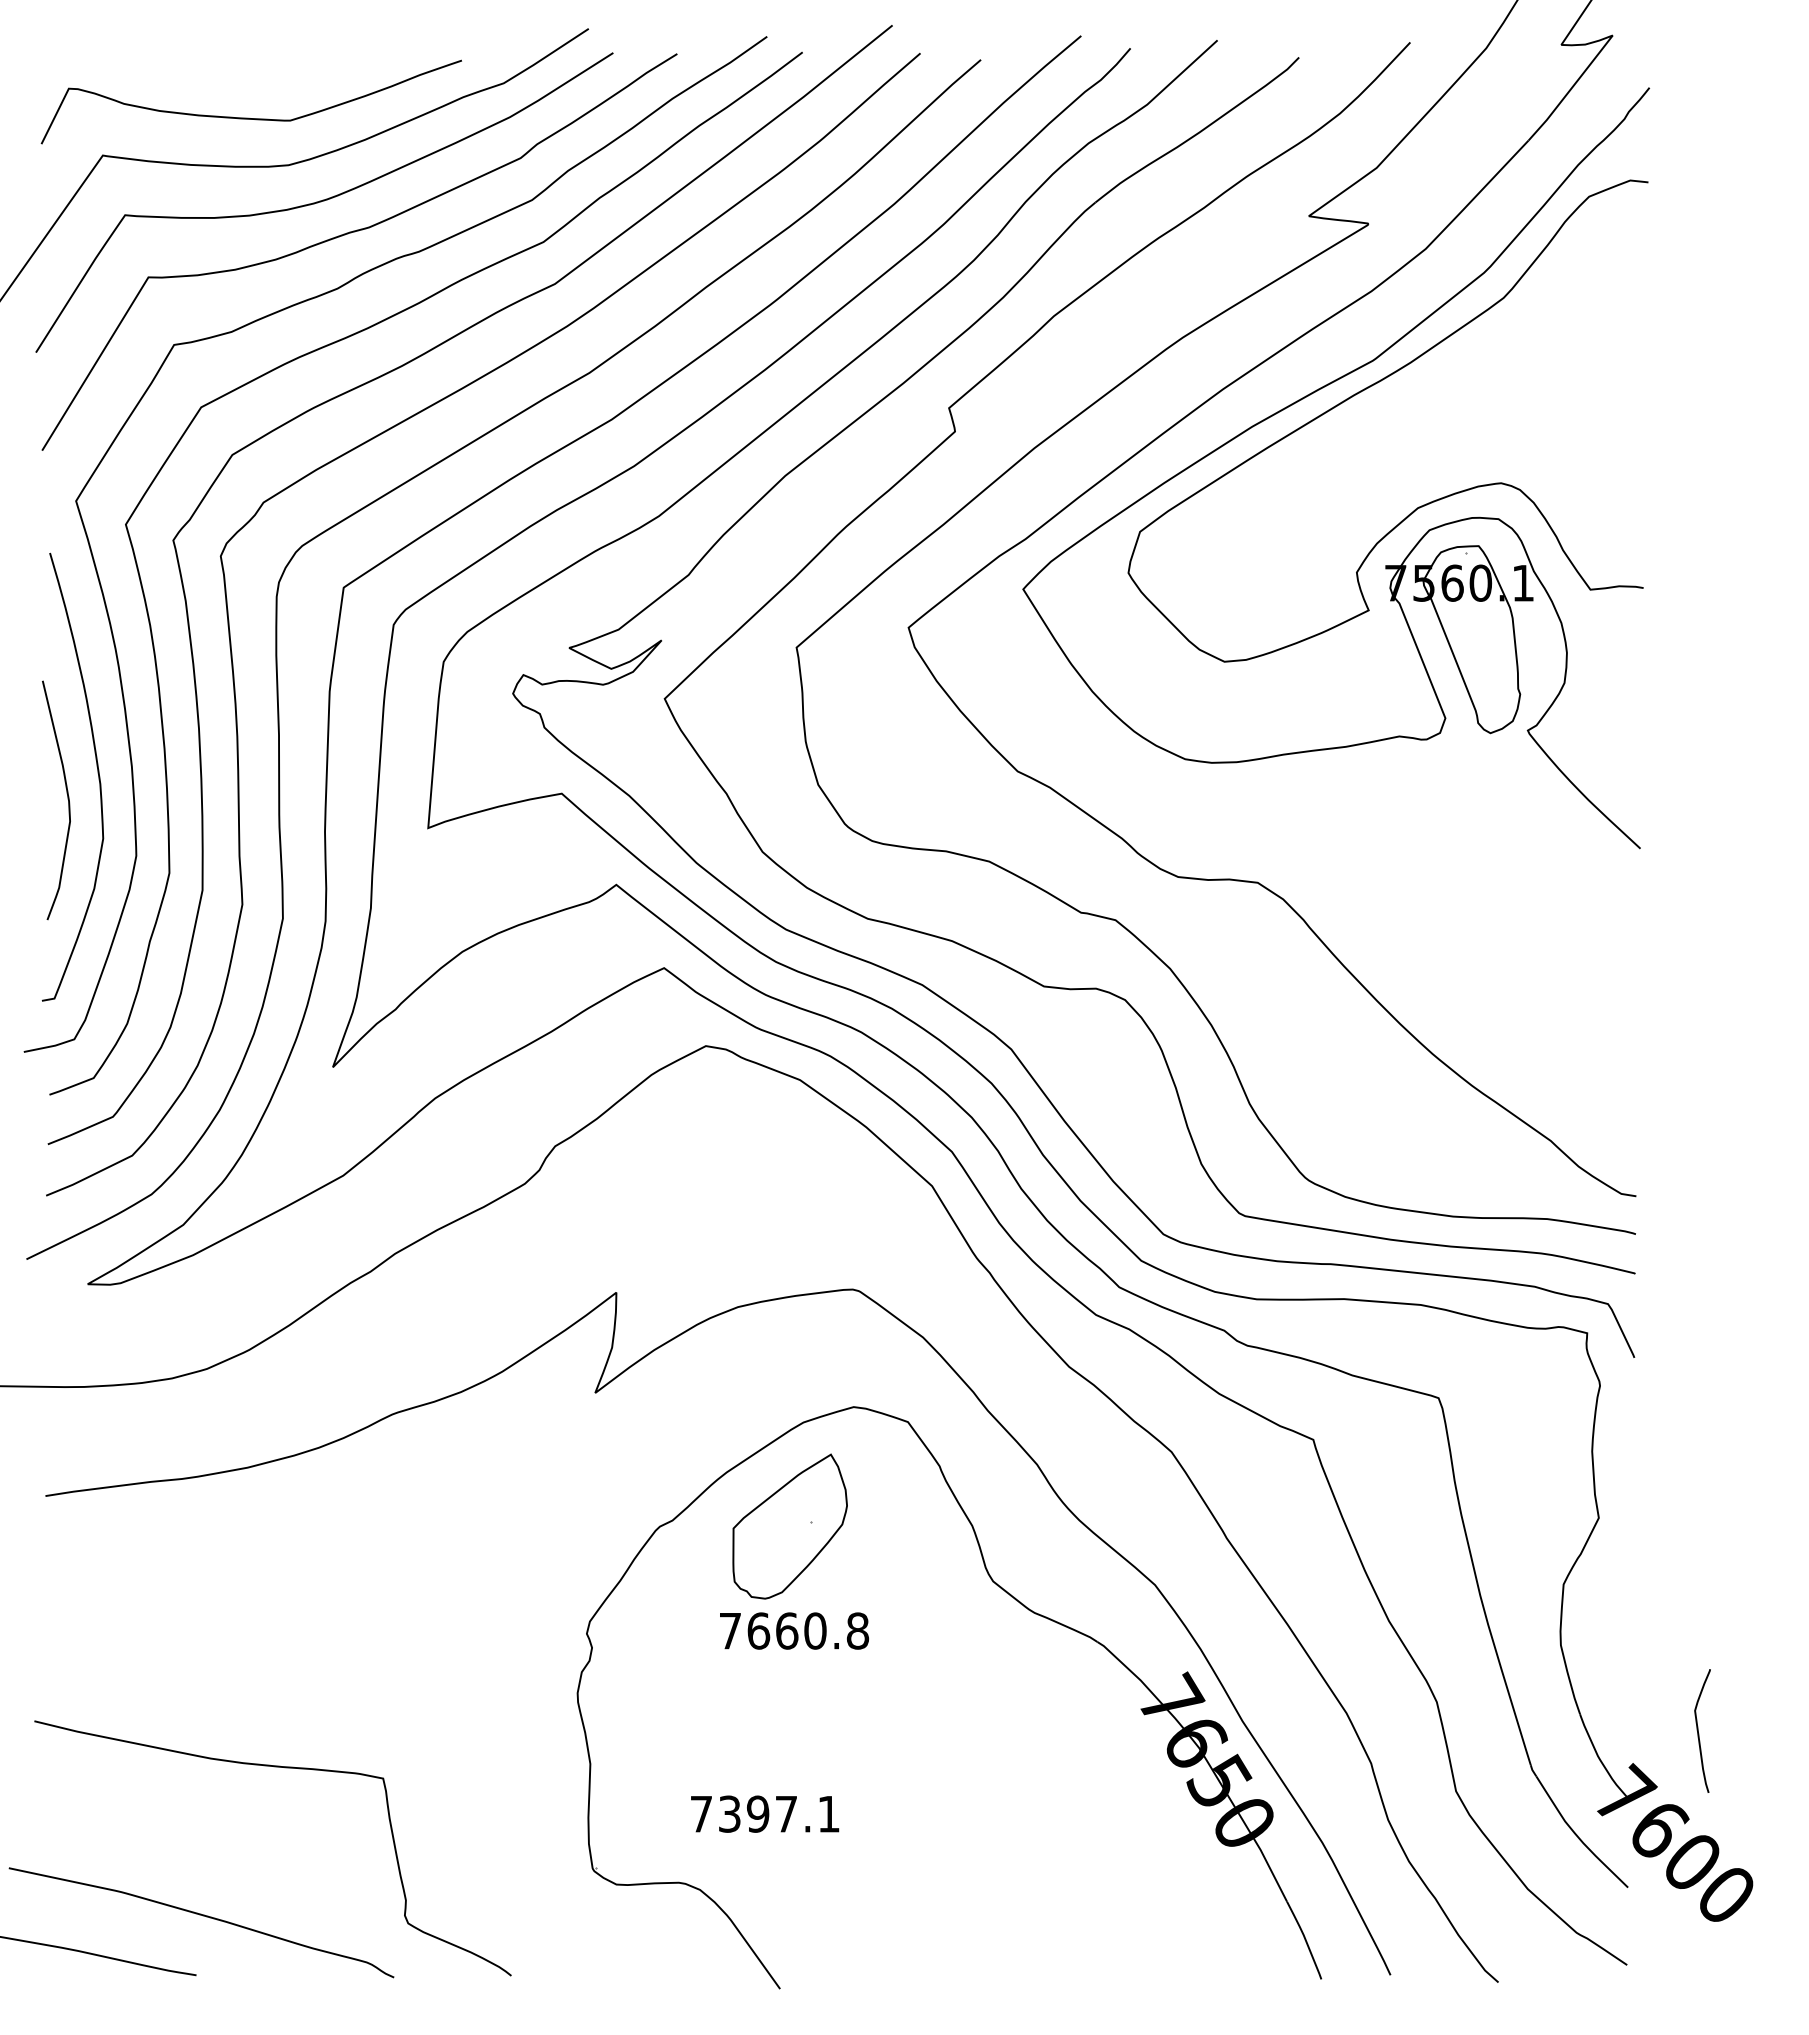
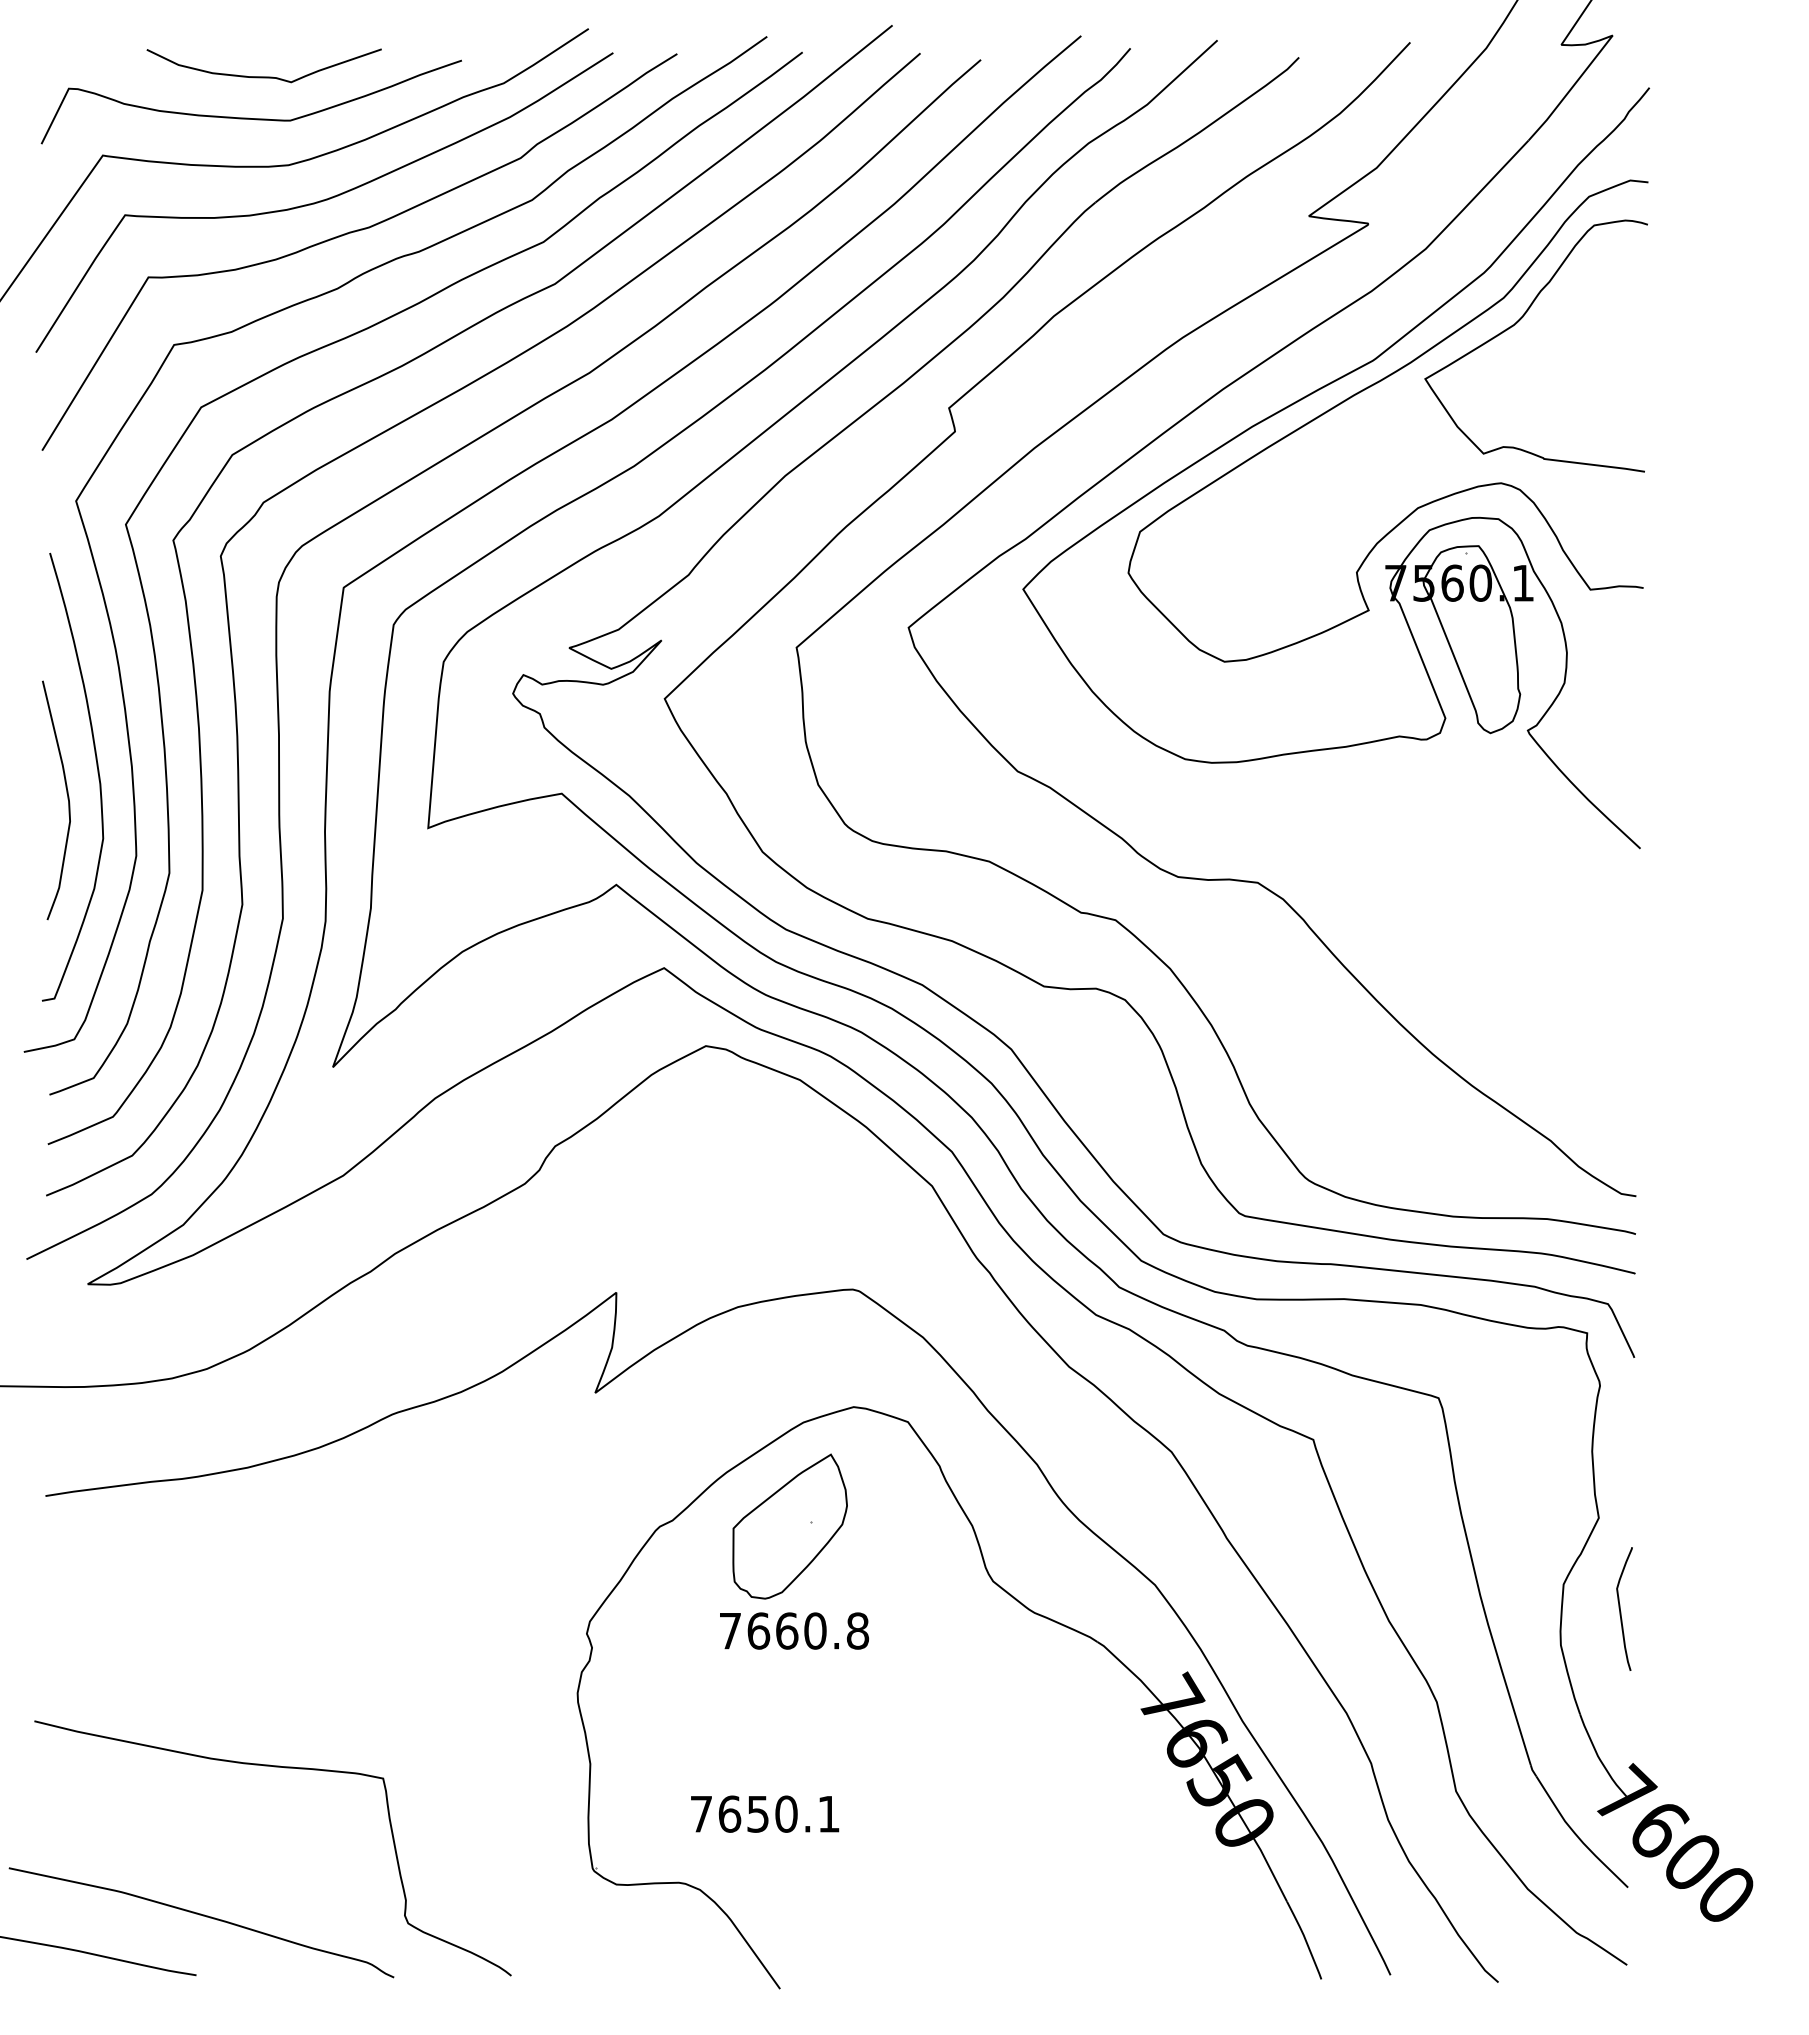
curve at (263, 76): none -> present
curve at (1516, 324): none -> present
curve at (1698, 1730) position: (1698, 1730) -> (1620, 1608)
text at (757, 1813): 7397.1 -> 7650.1
